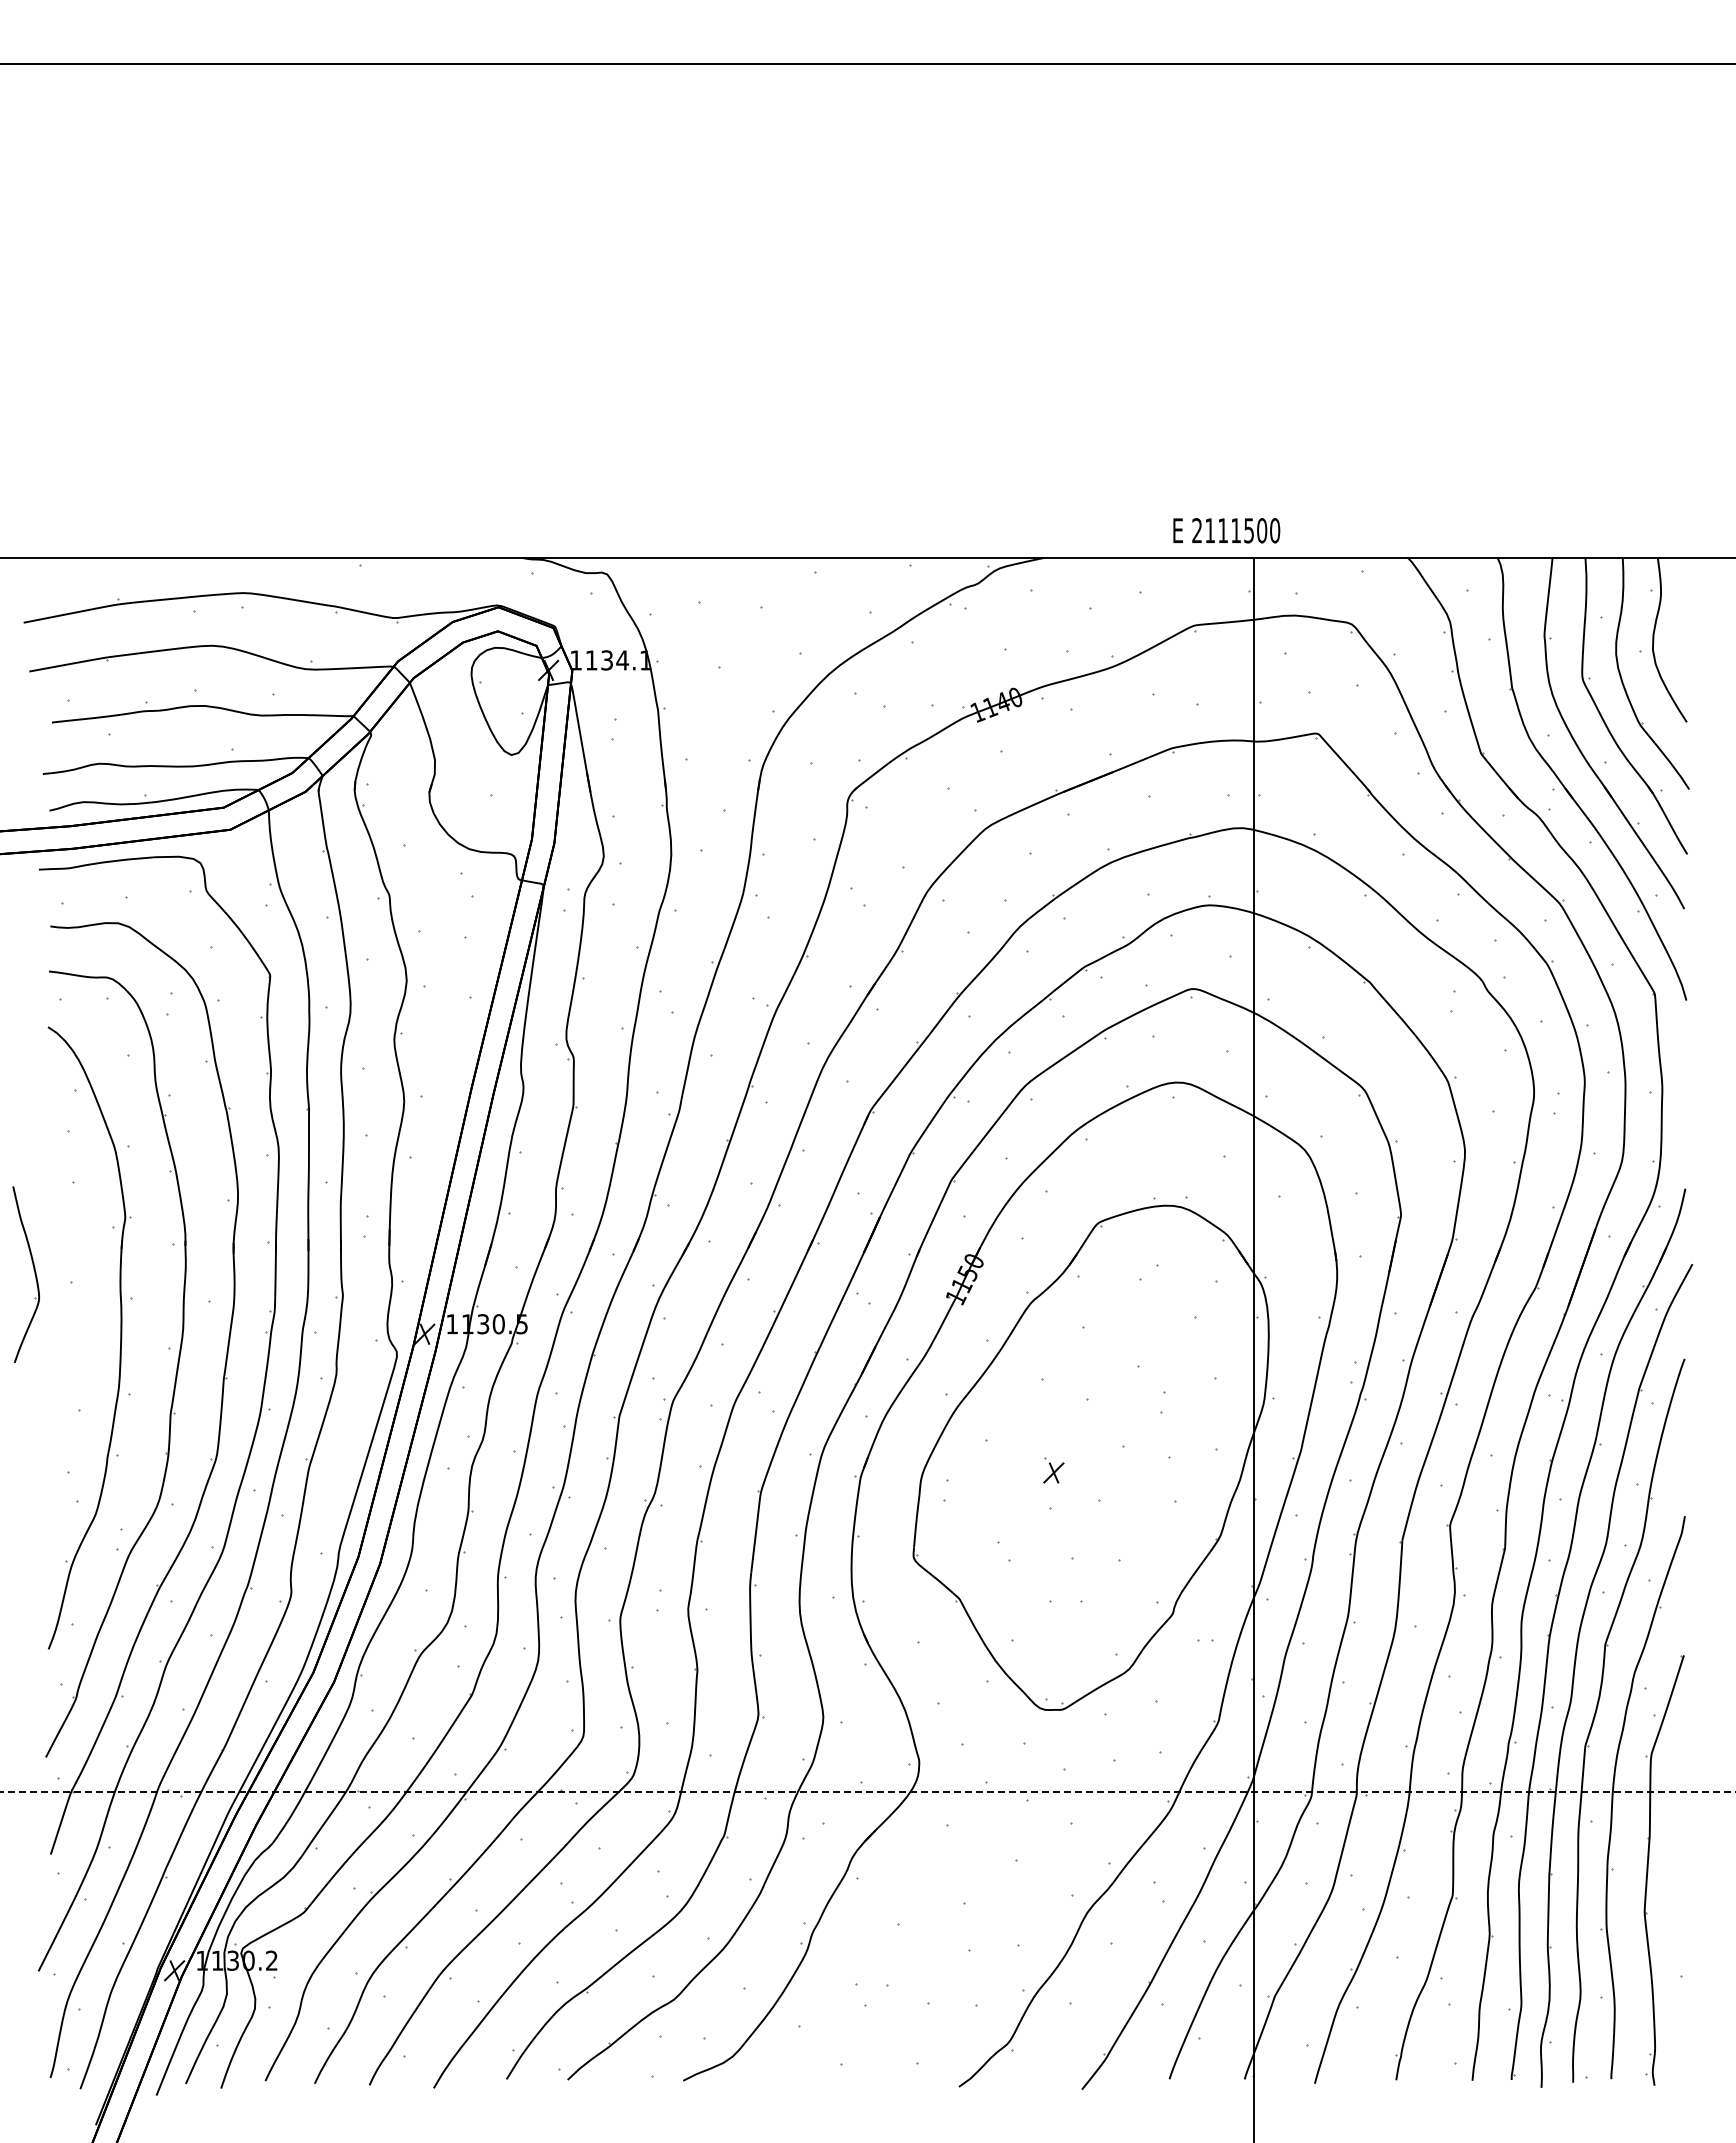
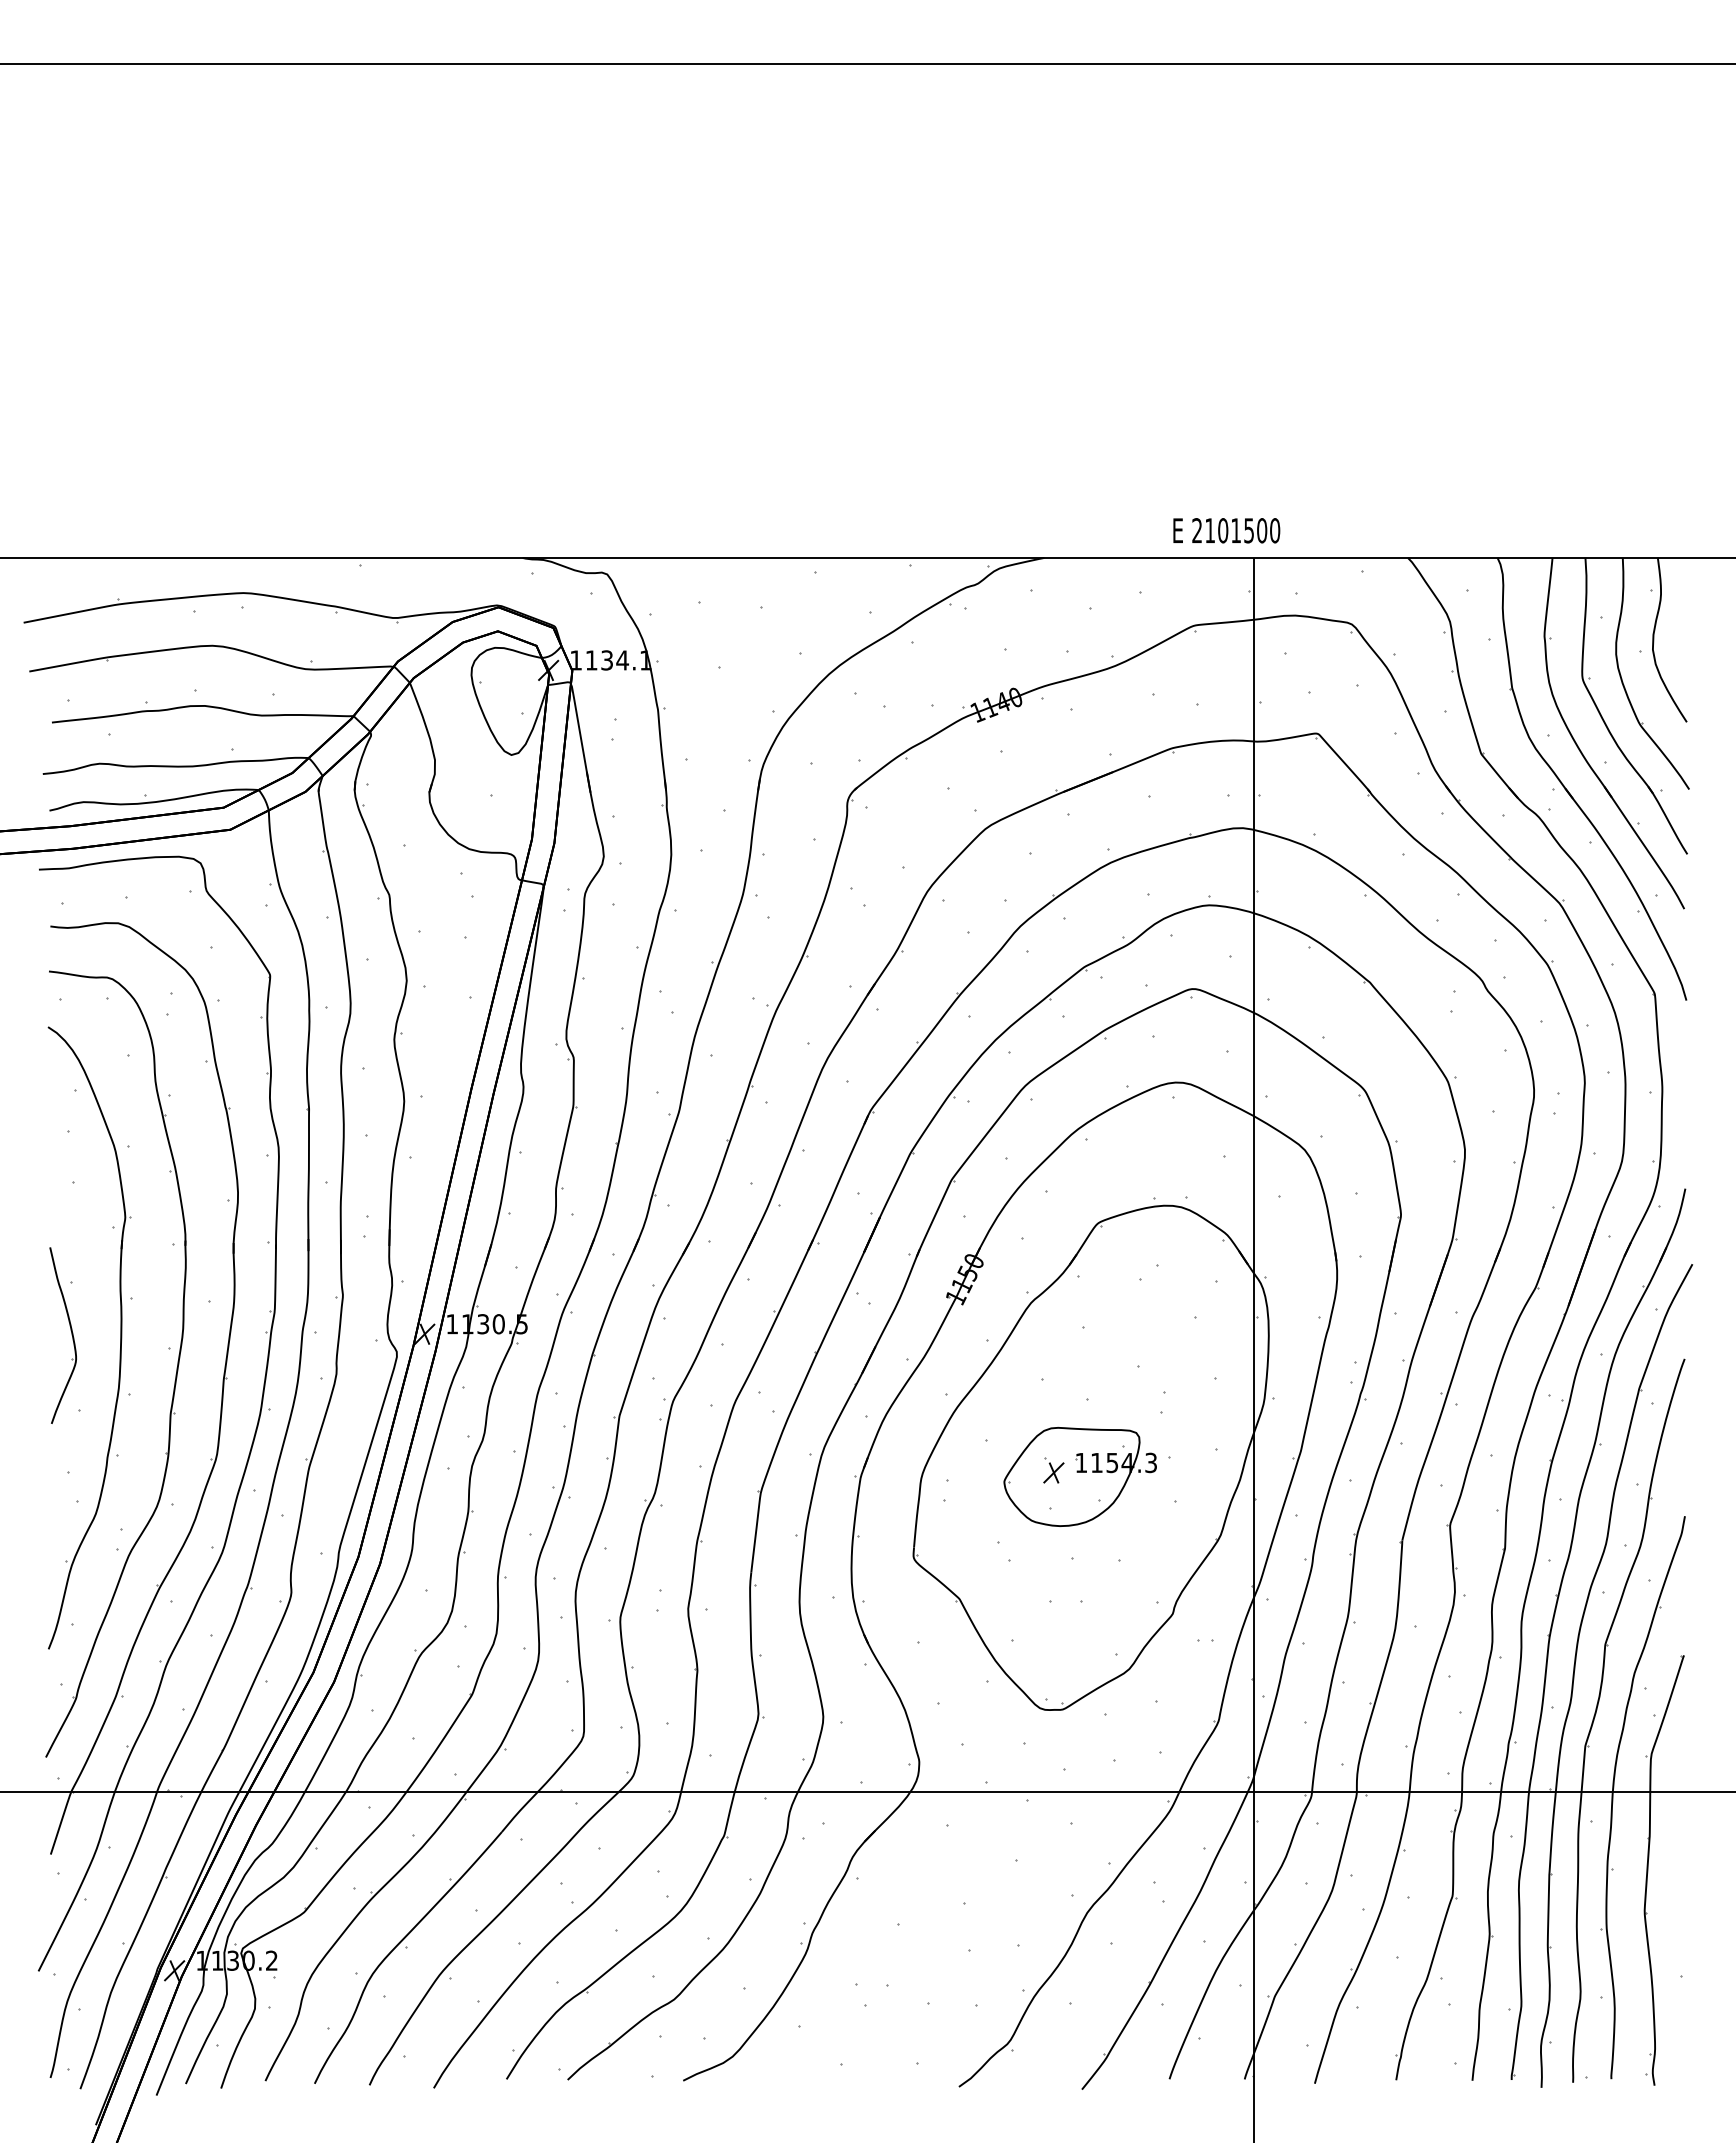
text at (1223, 530): 2111500 -> 2101500
part at (34, 1274) position: (34, 1274) -> (71, 1335)
part at (1079, 1476): none -> present
line at (867, 1791): dashed -> solid
